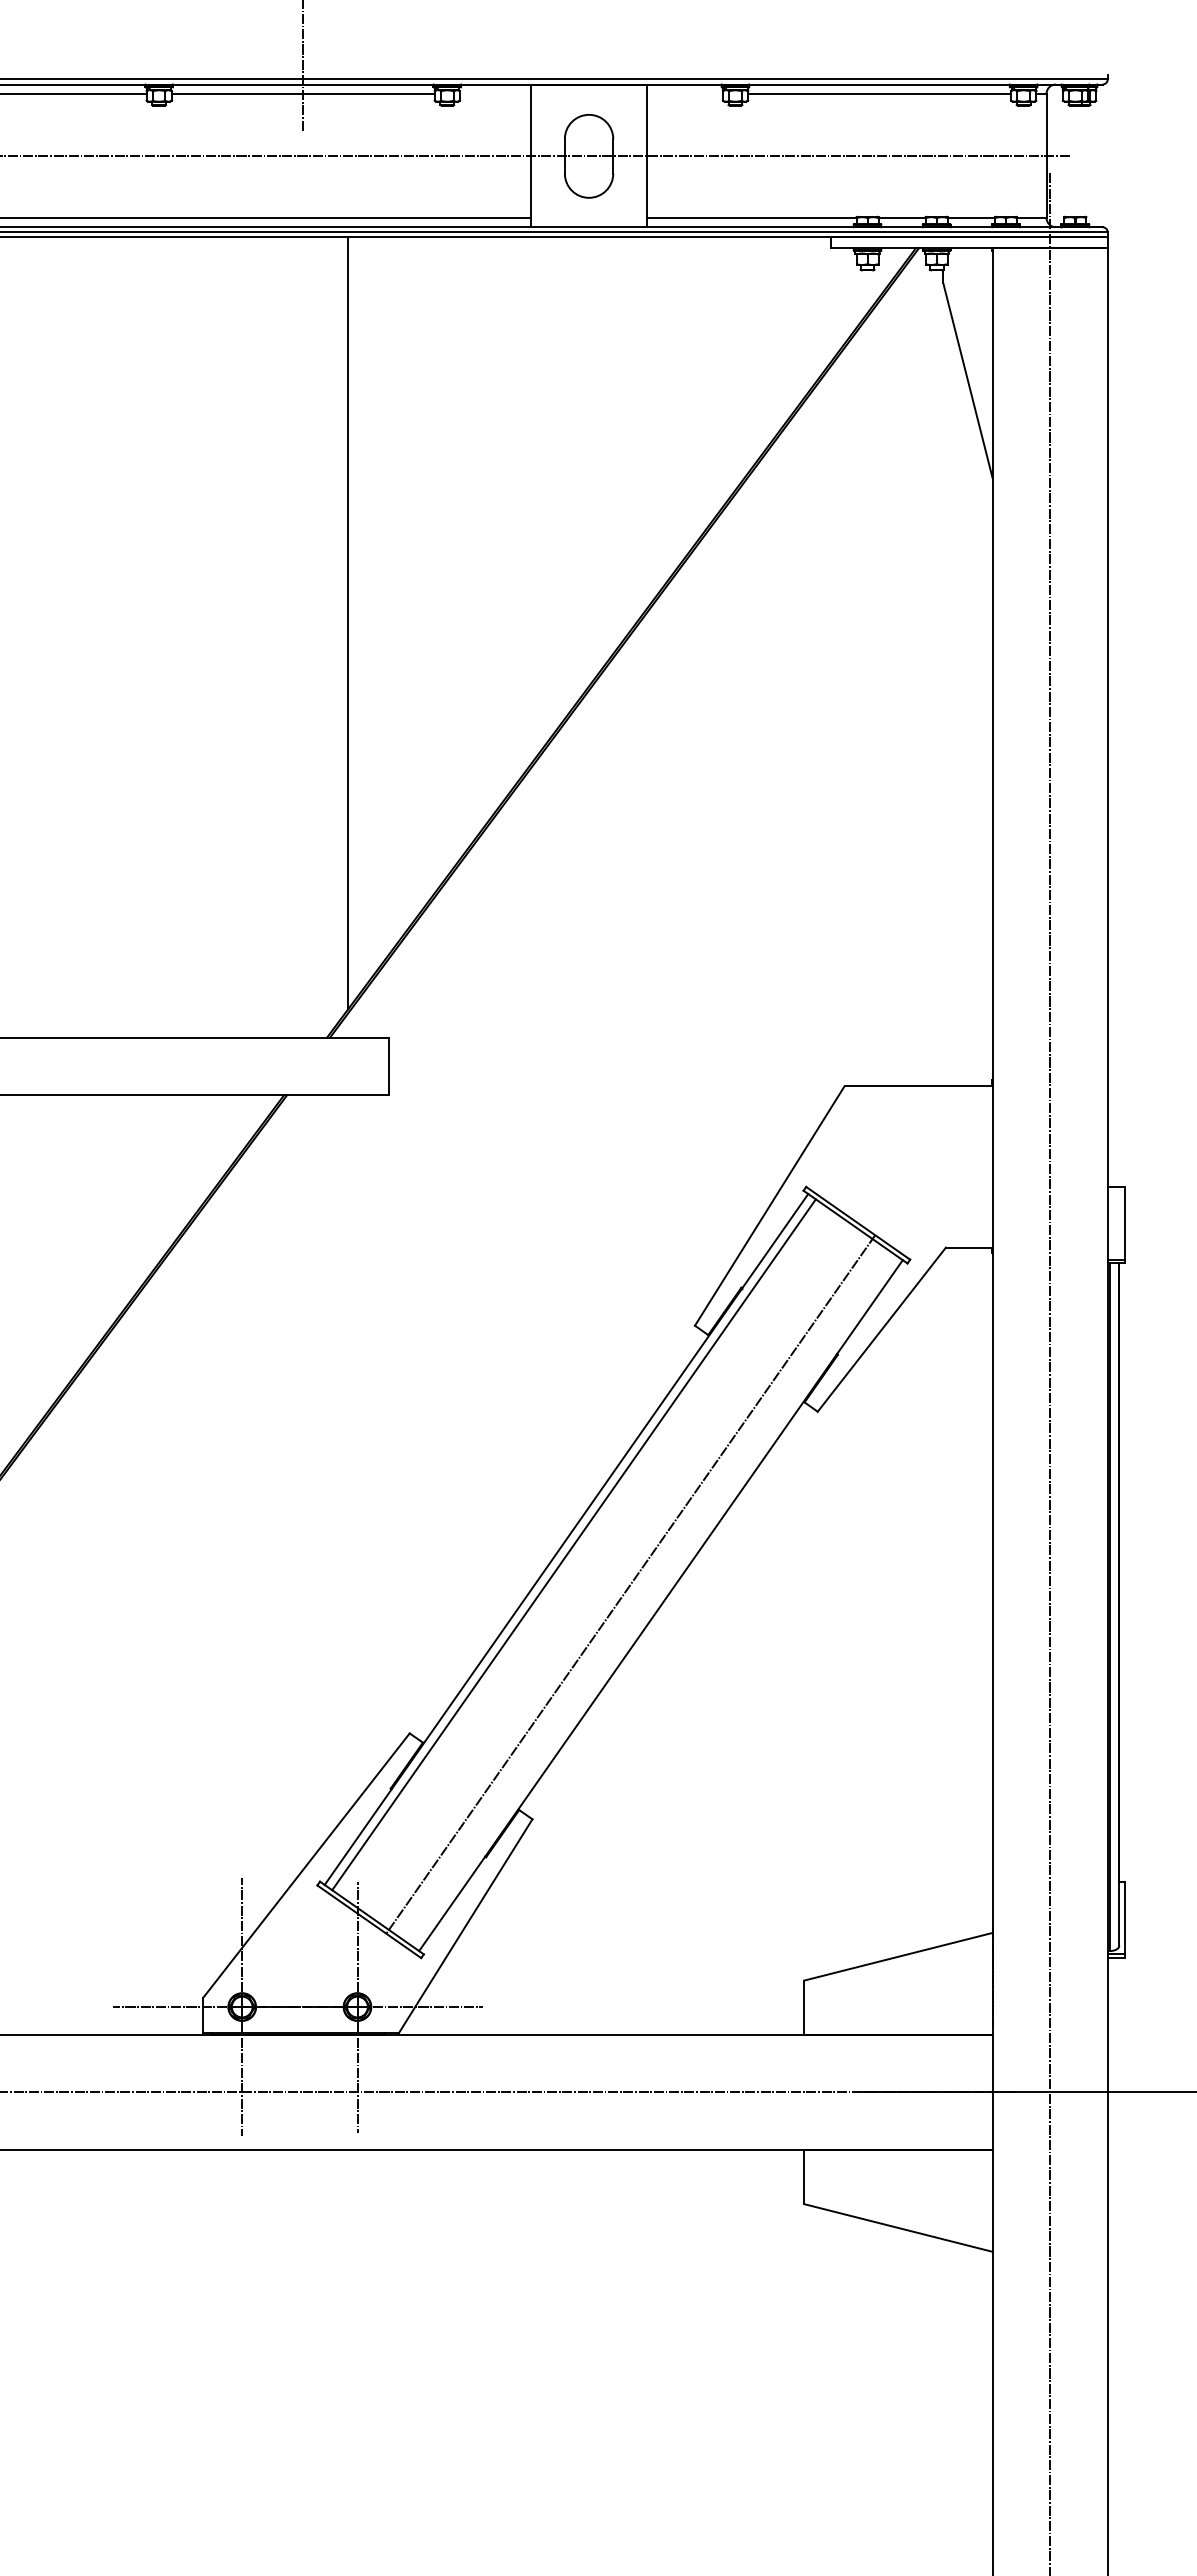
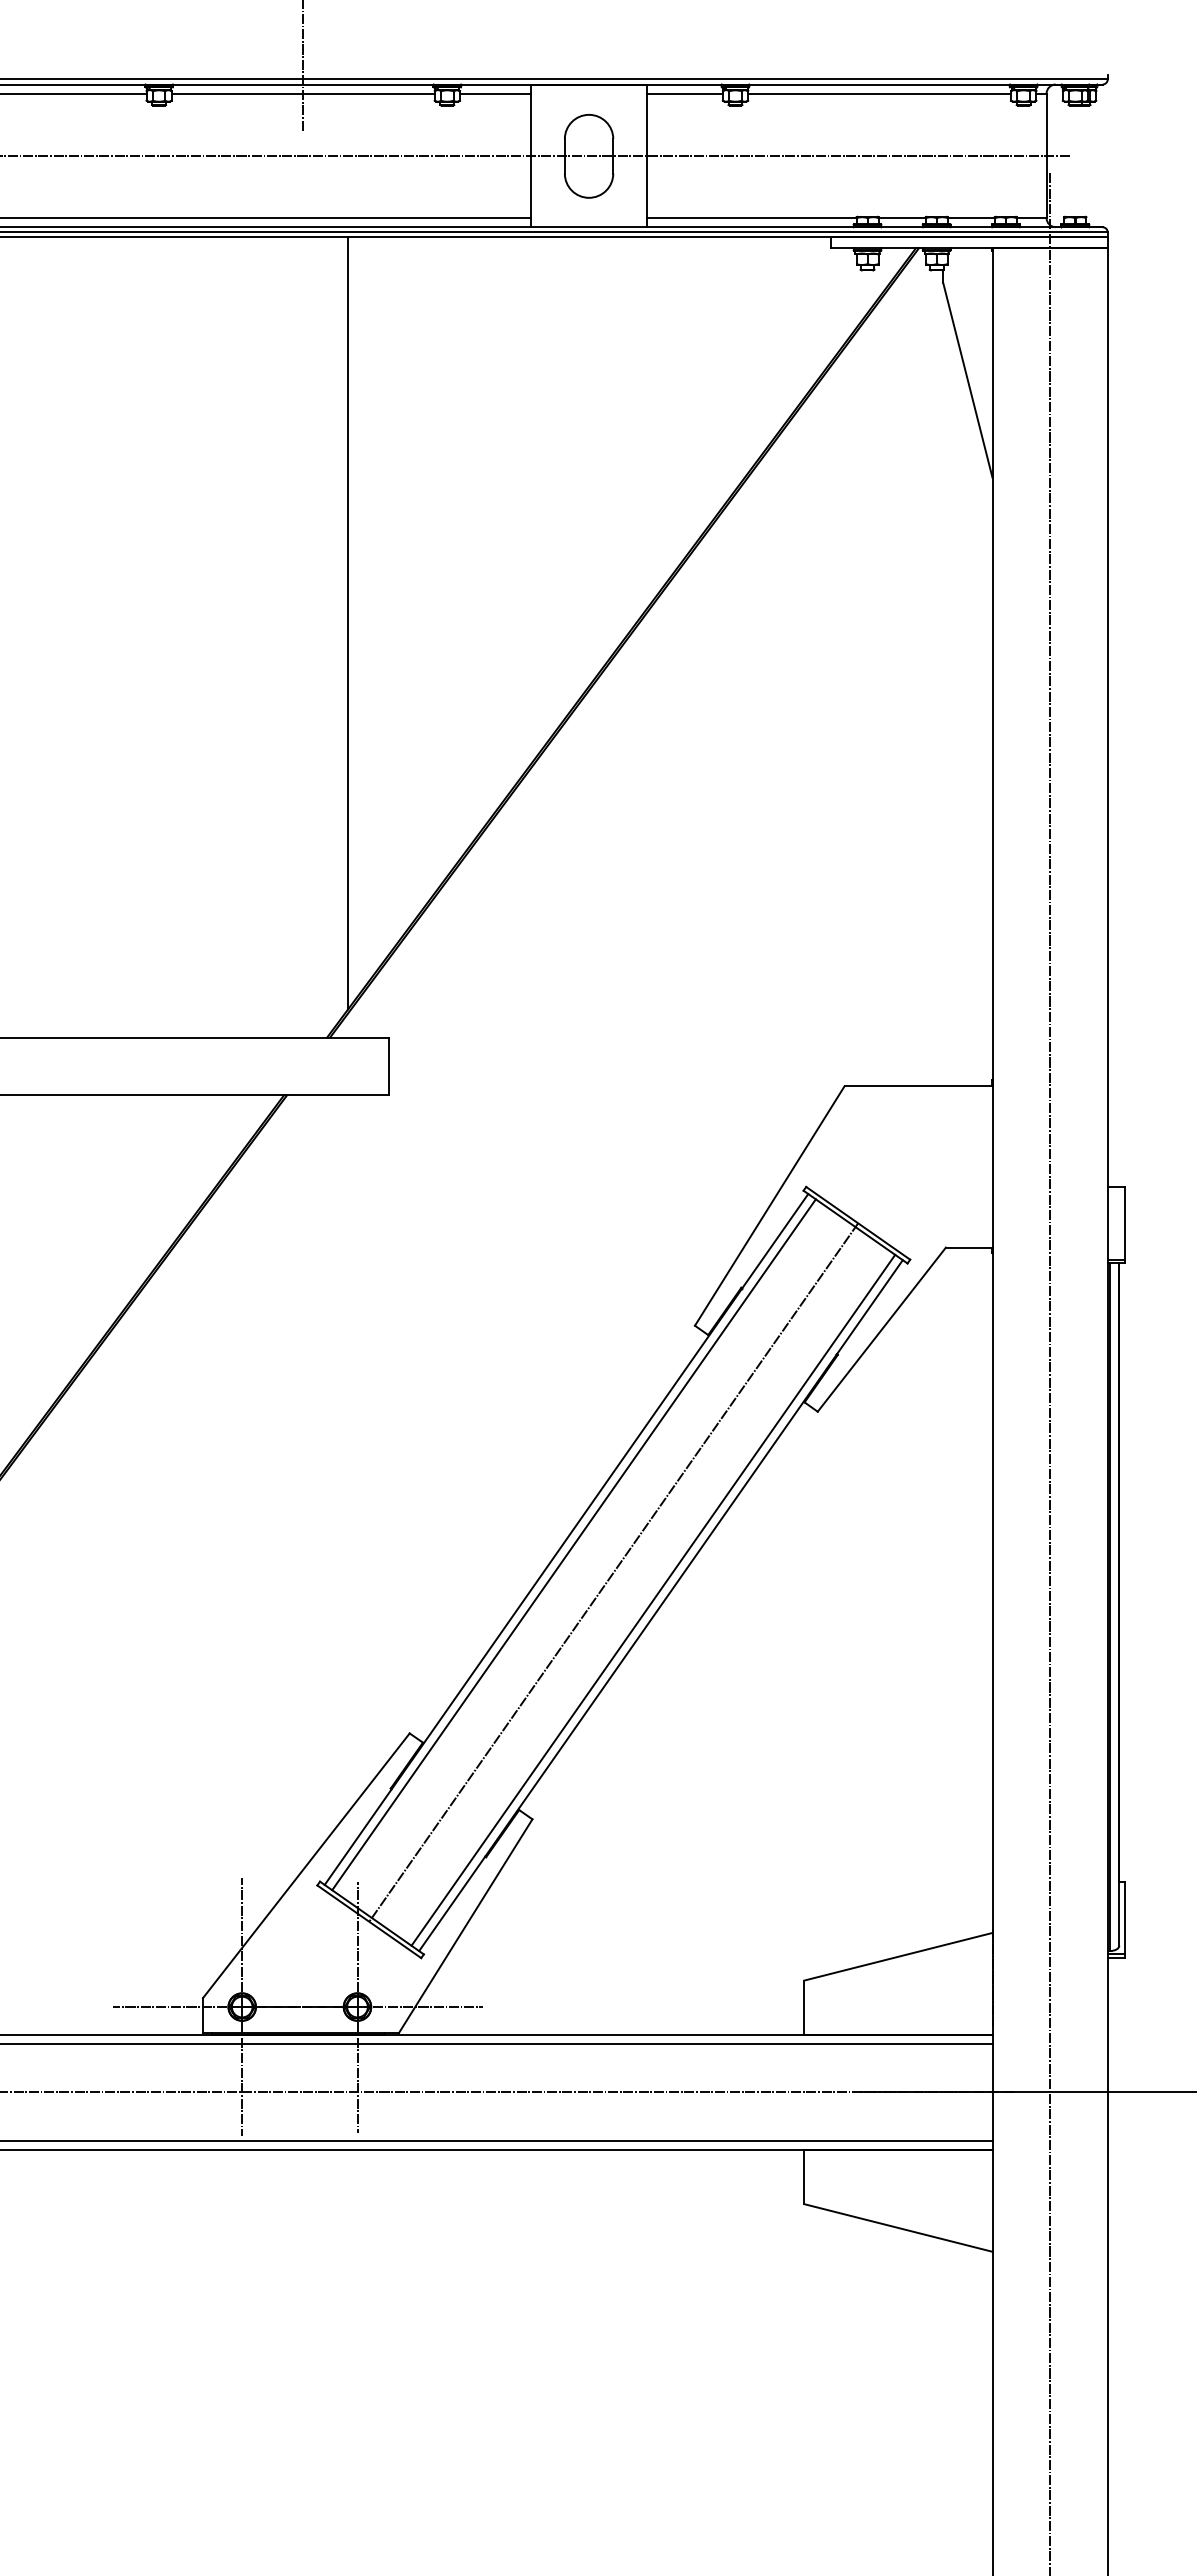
line at (495, 93): none -> present
line at (684, 93): none -> present
line at (630, 1584) position: (630, 1584) -> (613, 1572)
line at (653, 1599): none -> present
line at (497, 2043): none -> present
line at (497, 2140): none -> present
